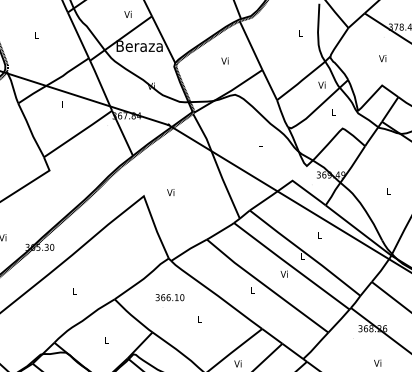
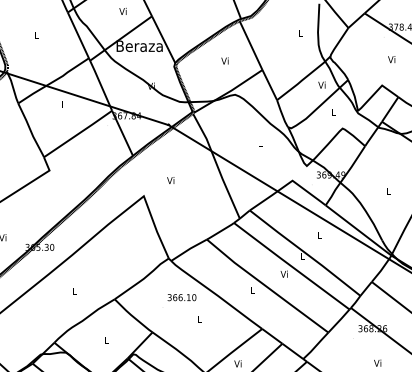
text at (127, 14) position: (127, 14) -> (122, 11)
text at (382, 58) position: (382, 58) -> (391, 59)
text at (170, 192) position: (170, 192) -> (170, 180)
text at (169, 297) position: (169, 297) -> (181, 297)
